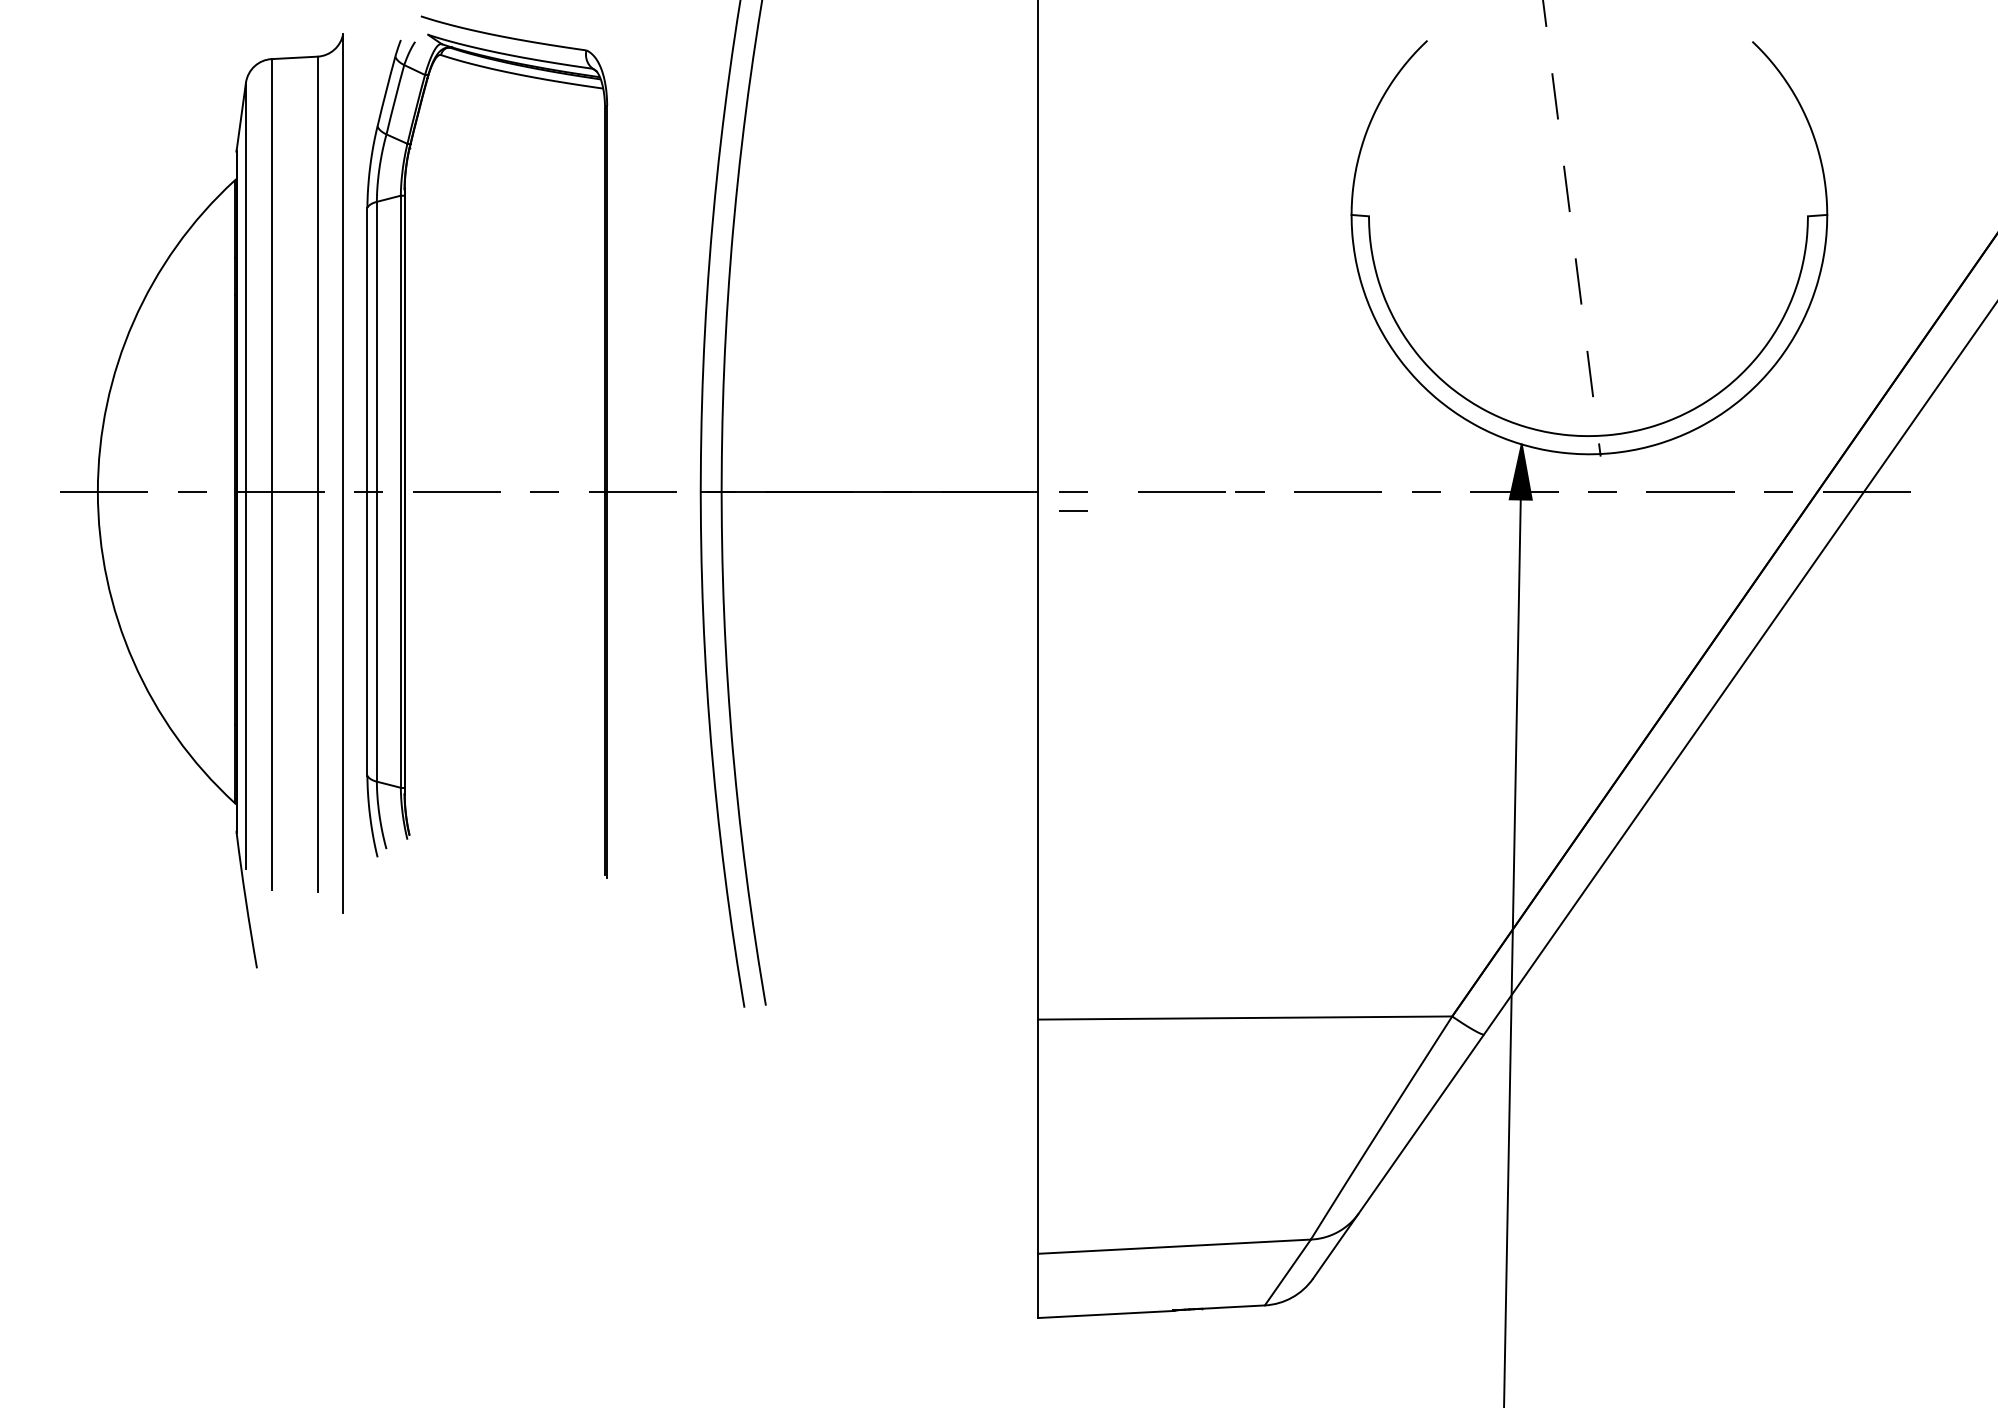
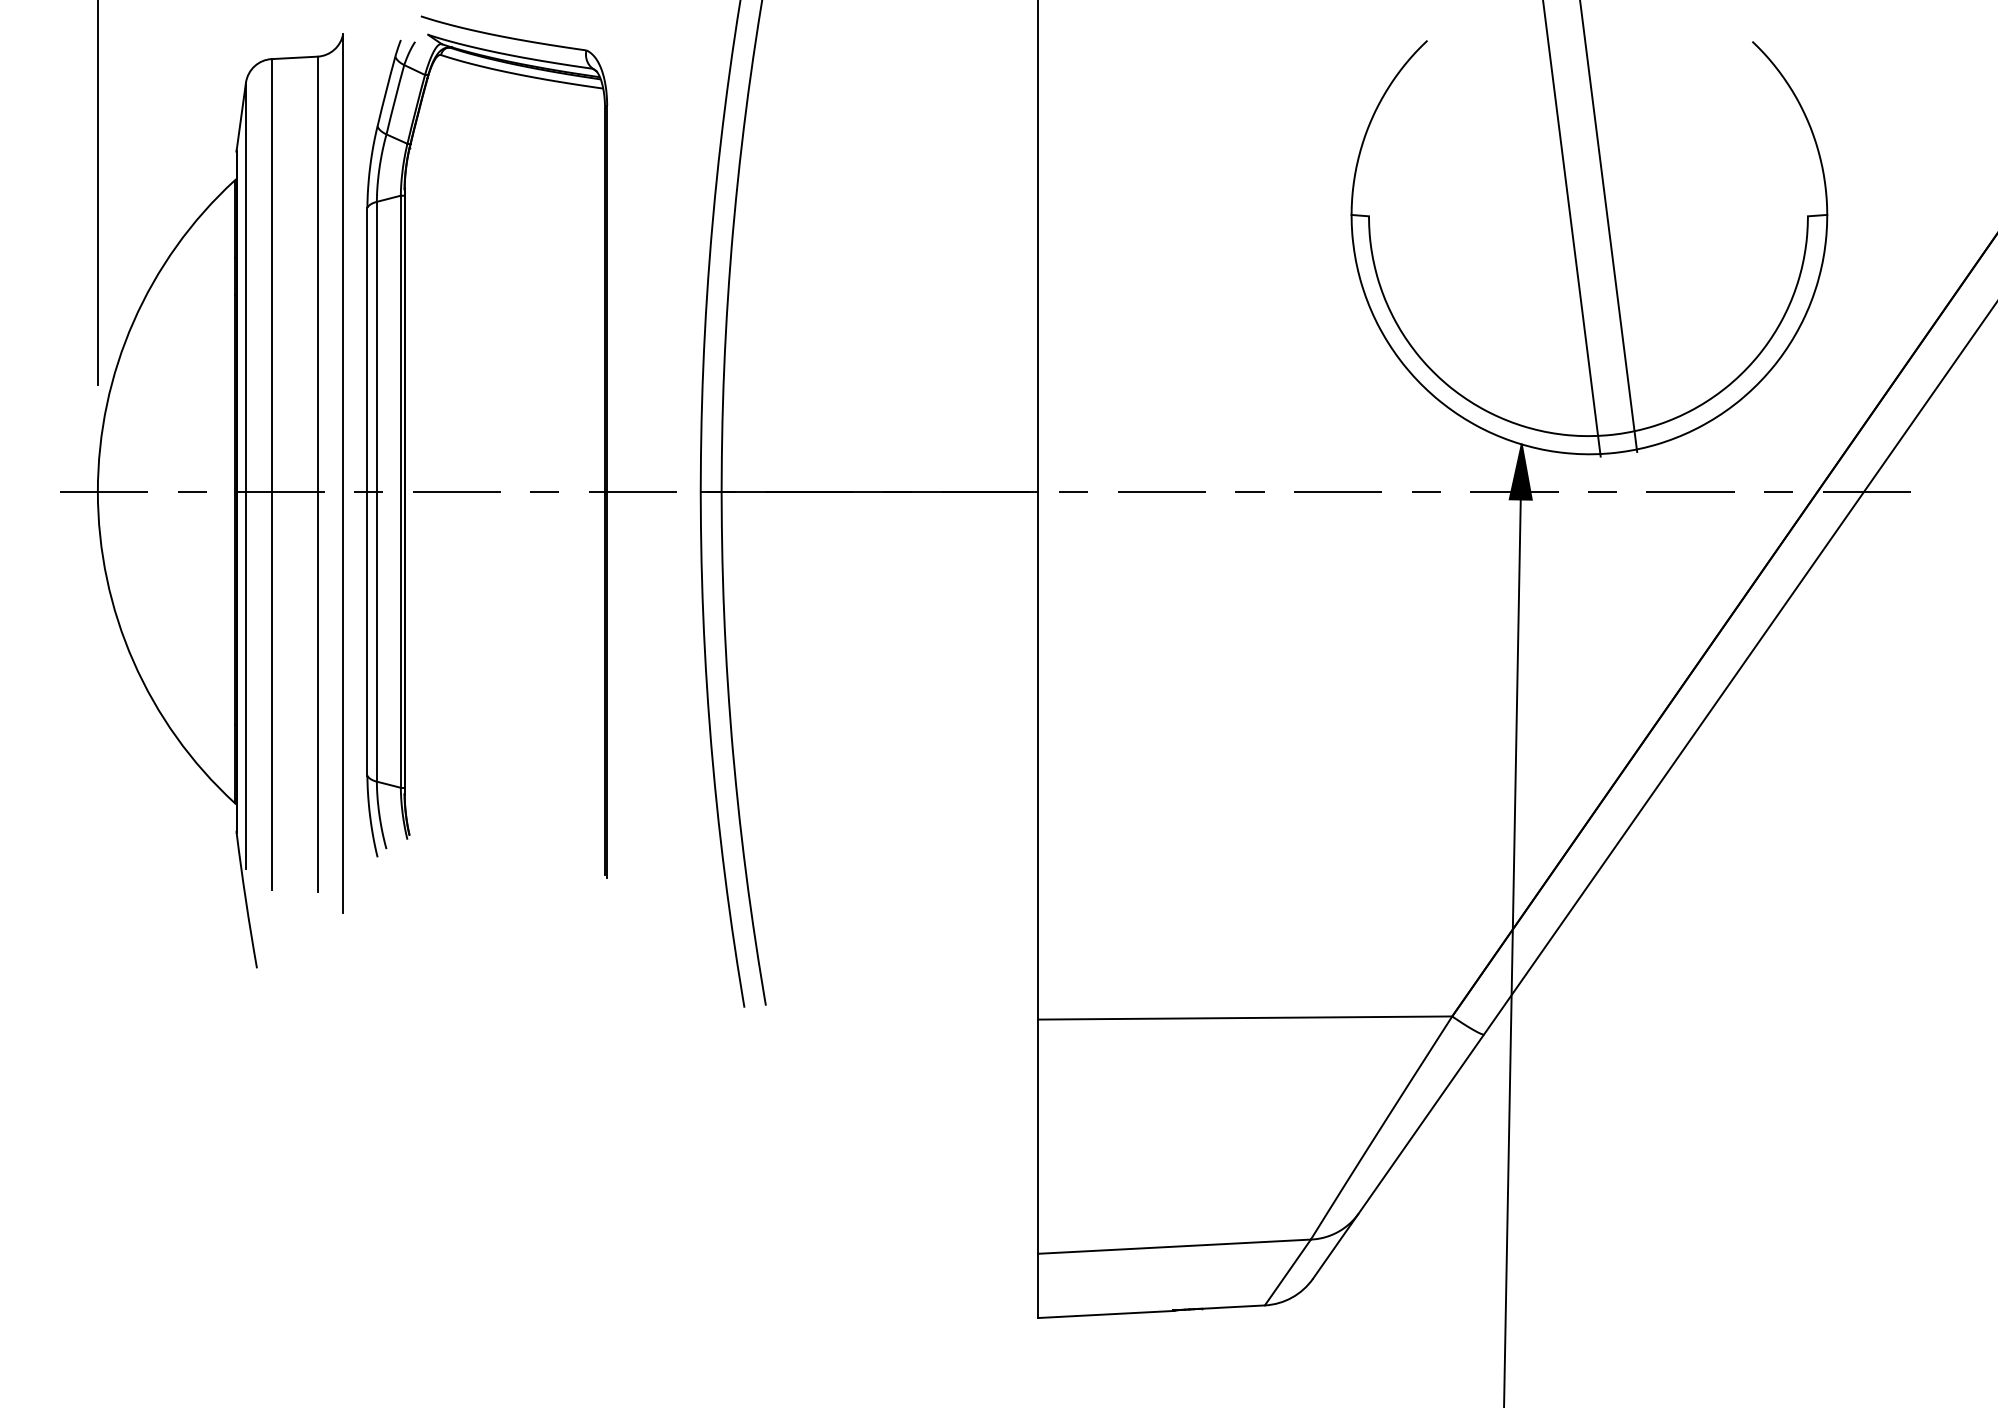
line at (97, 193): none -> present
line at (1608, 226): none -> present
line at (1571, 228): dashed -> solid
line at (1181, 491) position: (1181, 491) -> (1161, 491)
line at (1073, 510): present -> none
